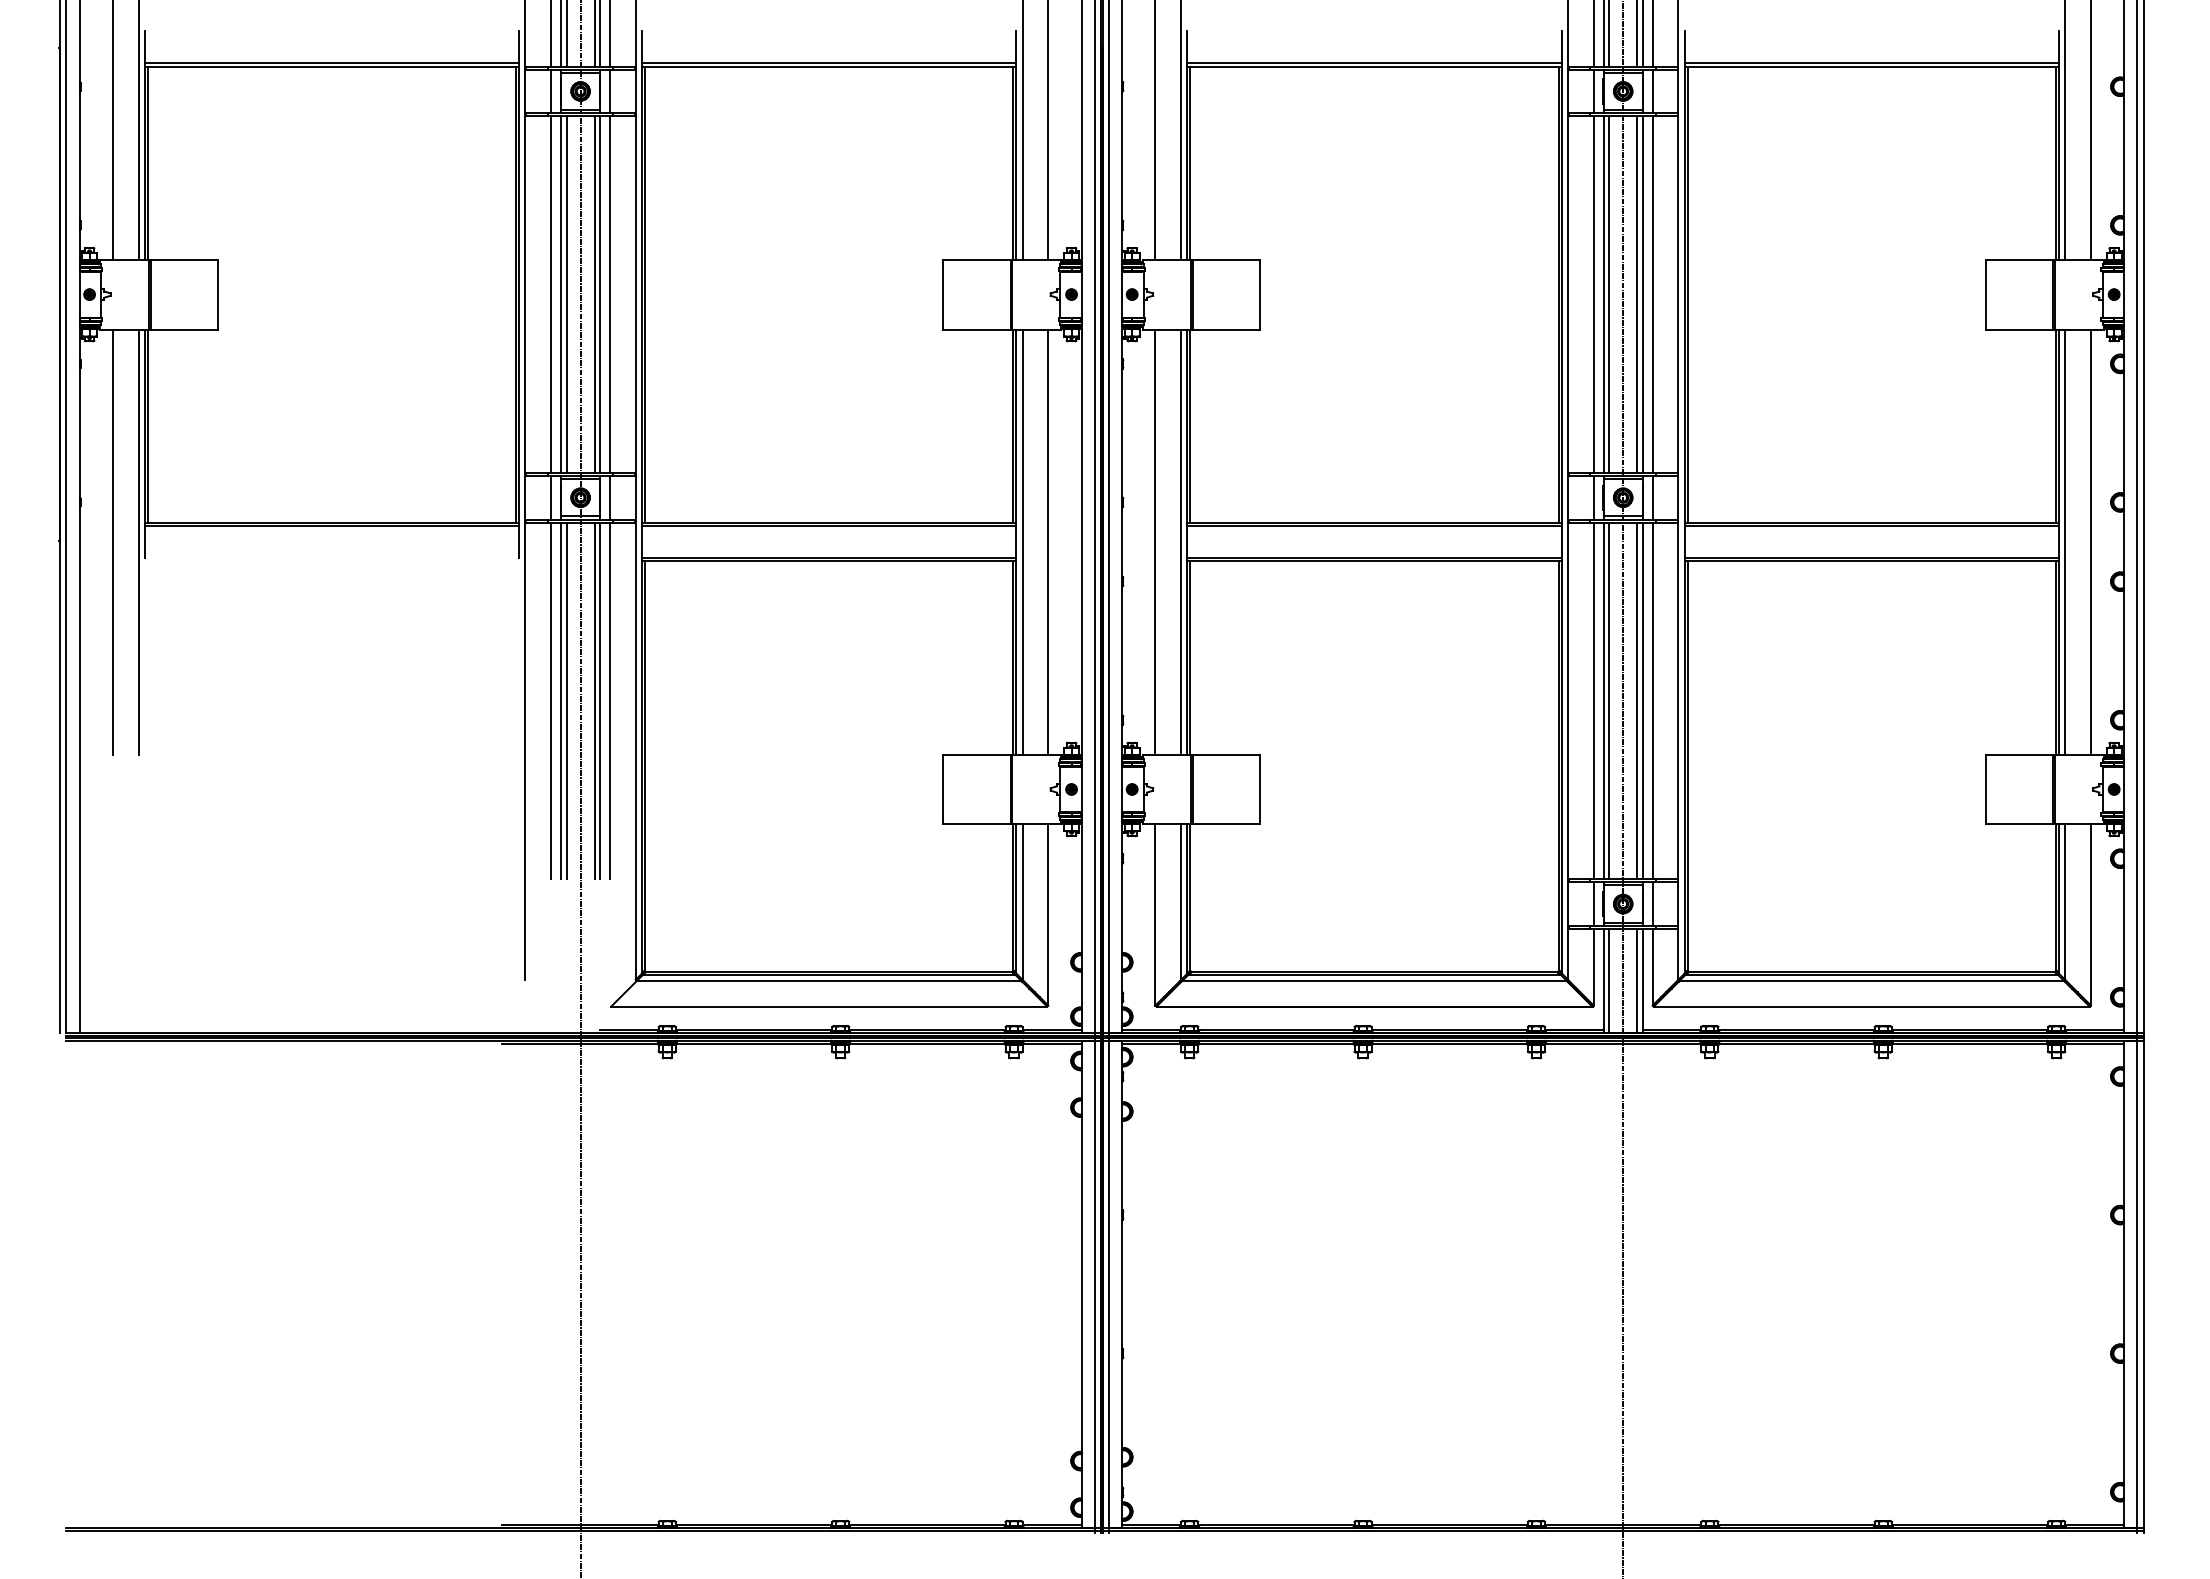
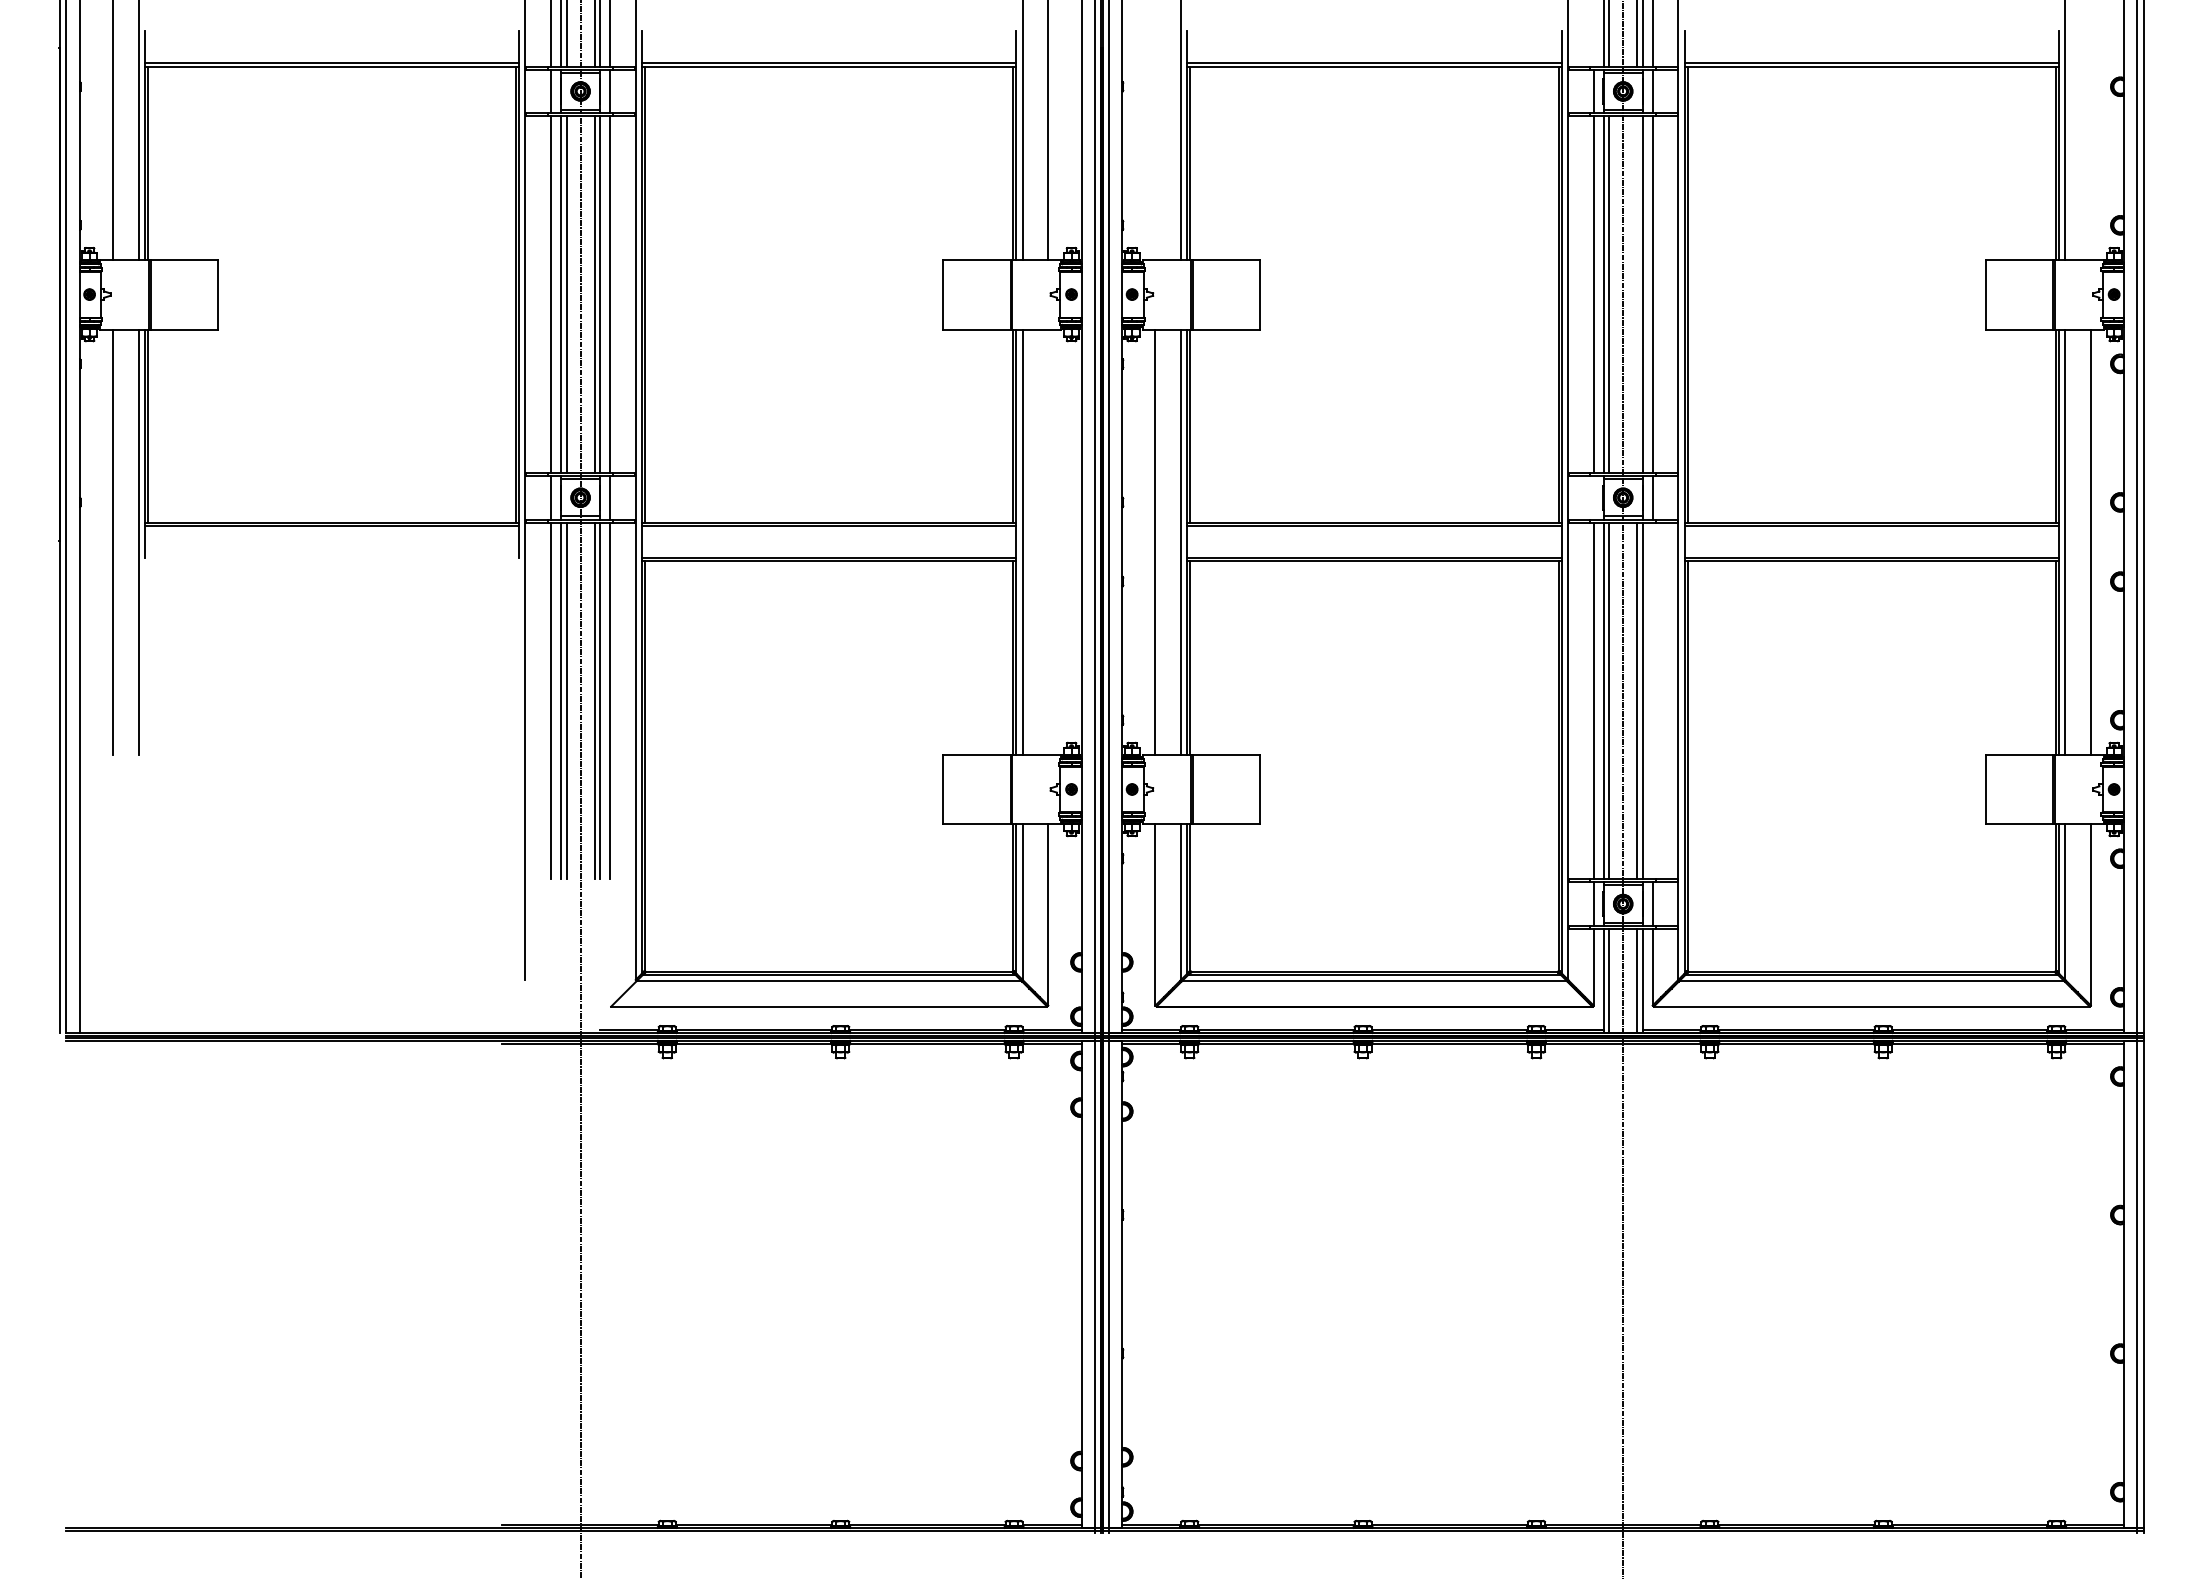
line at (1593, 34): present -> none
line at (1155, 130): present -> none
line at (2090, 130): present -> none
line at (1637, 294): present -> none
line at (1593, 497): present -> none
line at (1048, 541): present -> none
line at (1652, 700): present -> none
